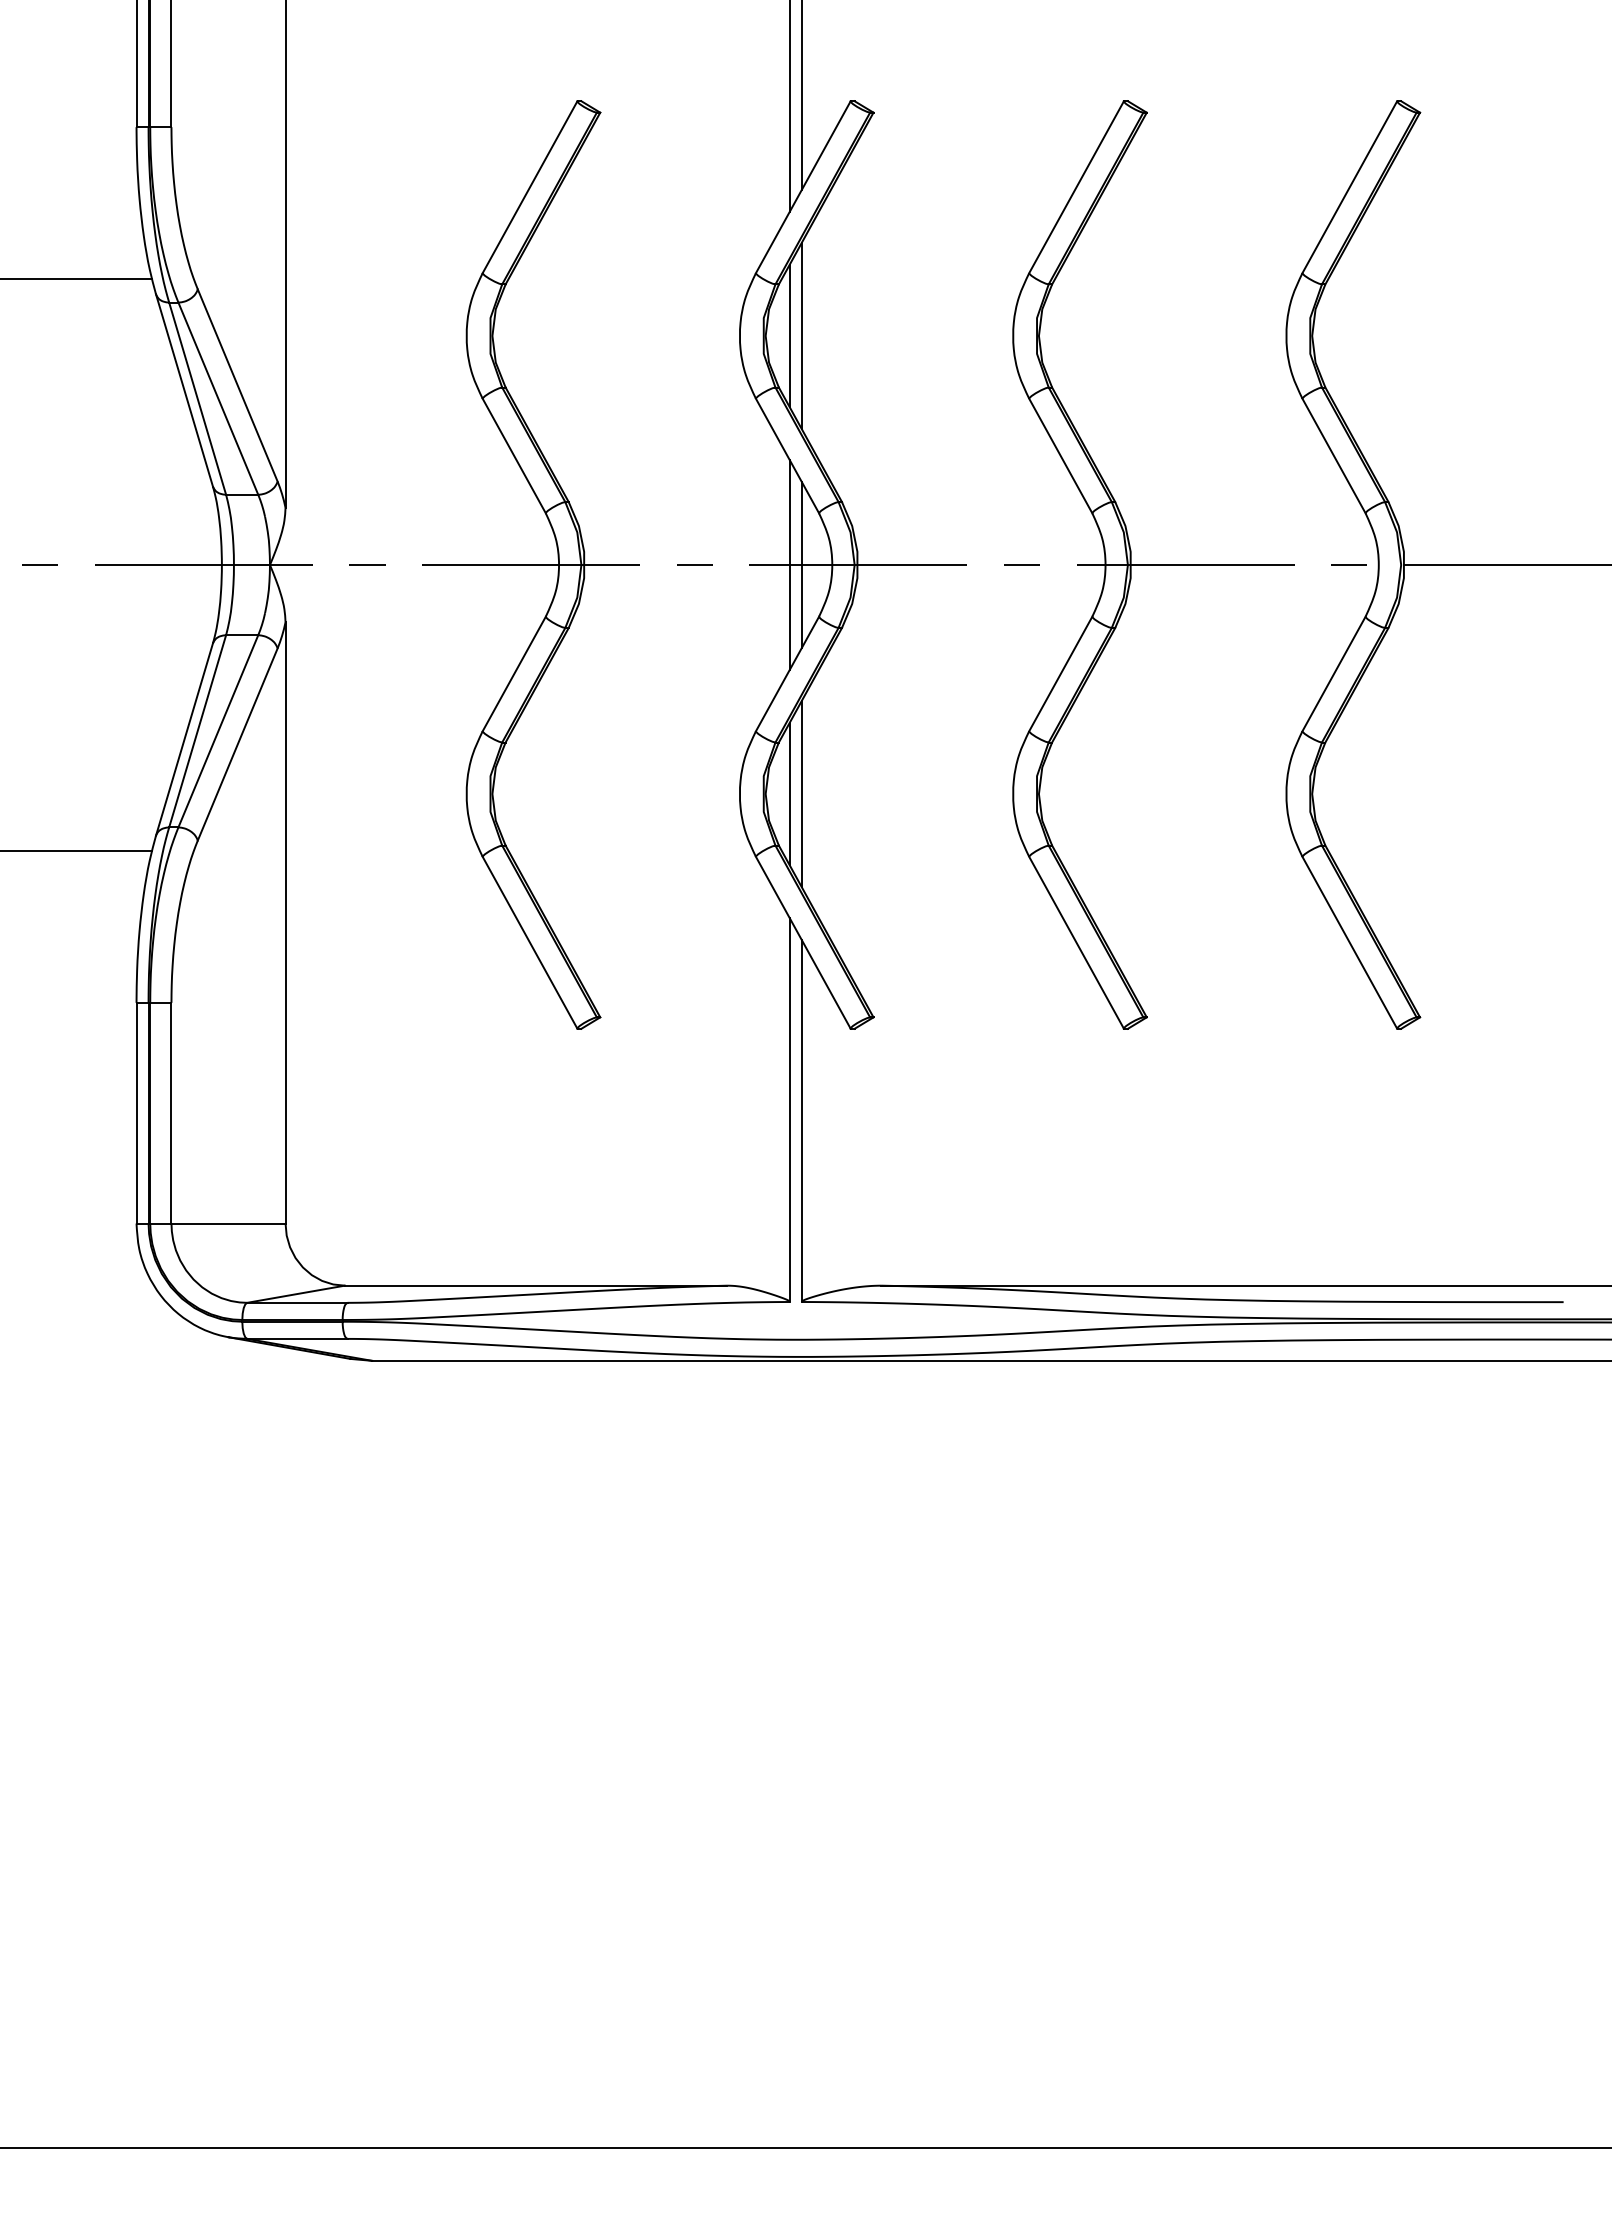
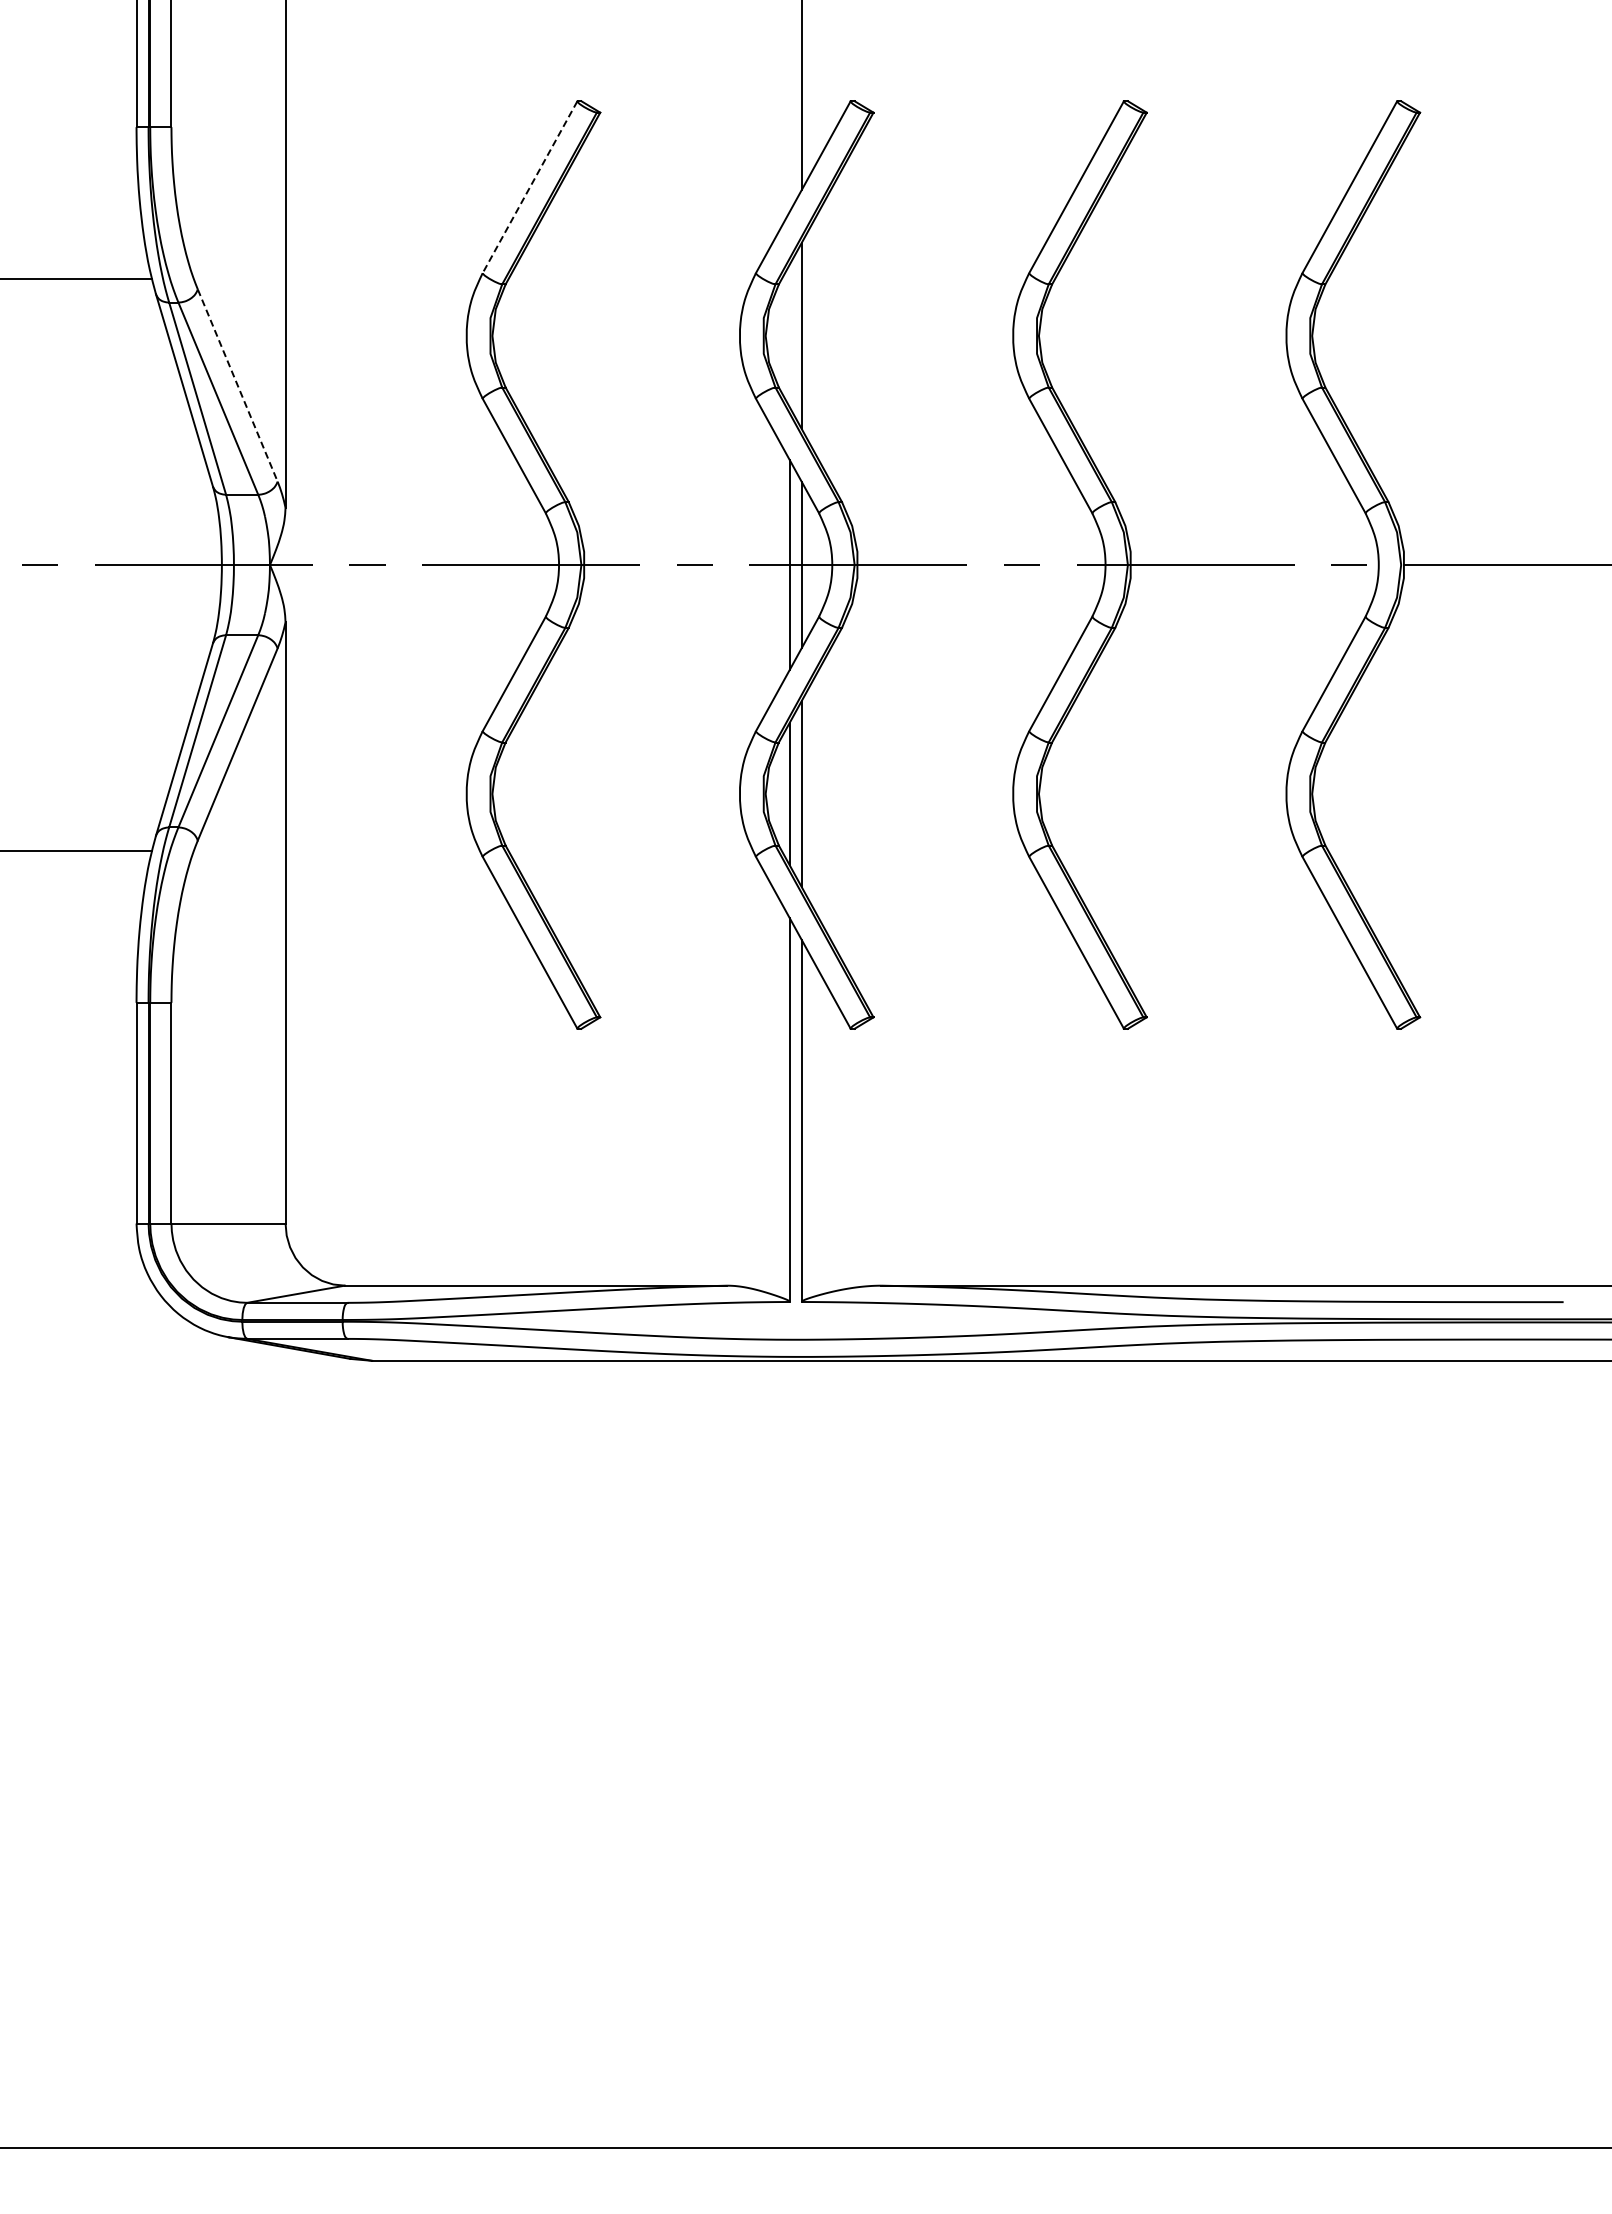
line at (789, 106): present -> none
line at (529, 187): solid -> dashed
line at (789, 335): present -> none
line at (237, 386): solid -> dashed
